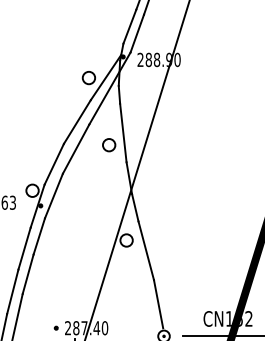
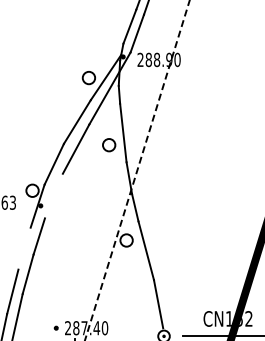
line at (137, 170): solid -> dashed
line at (53, 195): present -> none
line at (24, 248): present -> none
